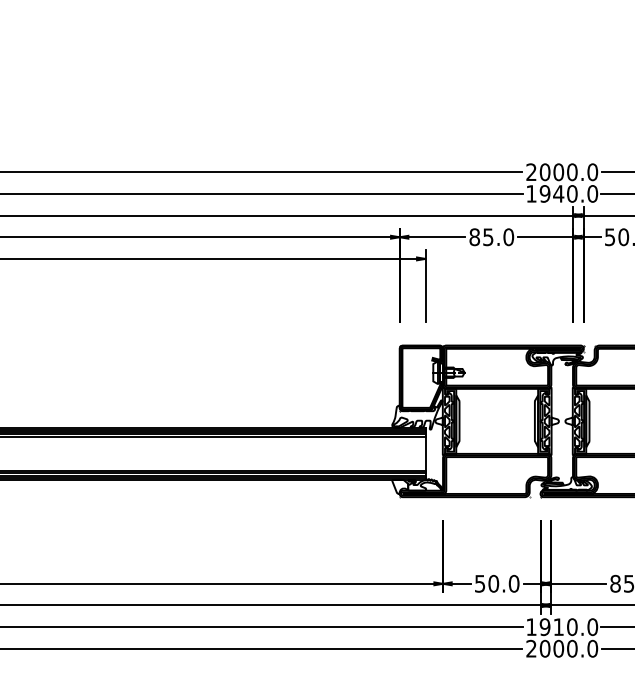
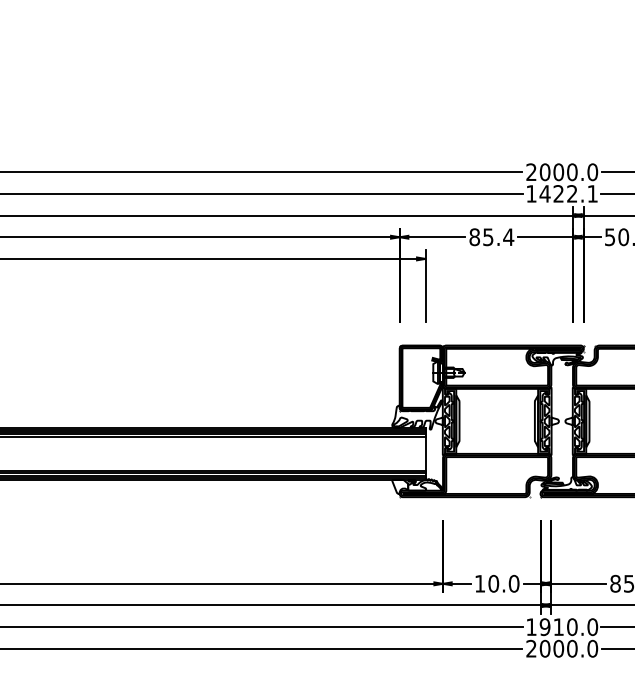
text at (568, 193): 1940.0 -> 1422.1
text at (508, 237): 85.0 -> 85.4
text at (480, 583): 50.0 -> 10.0
